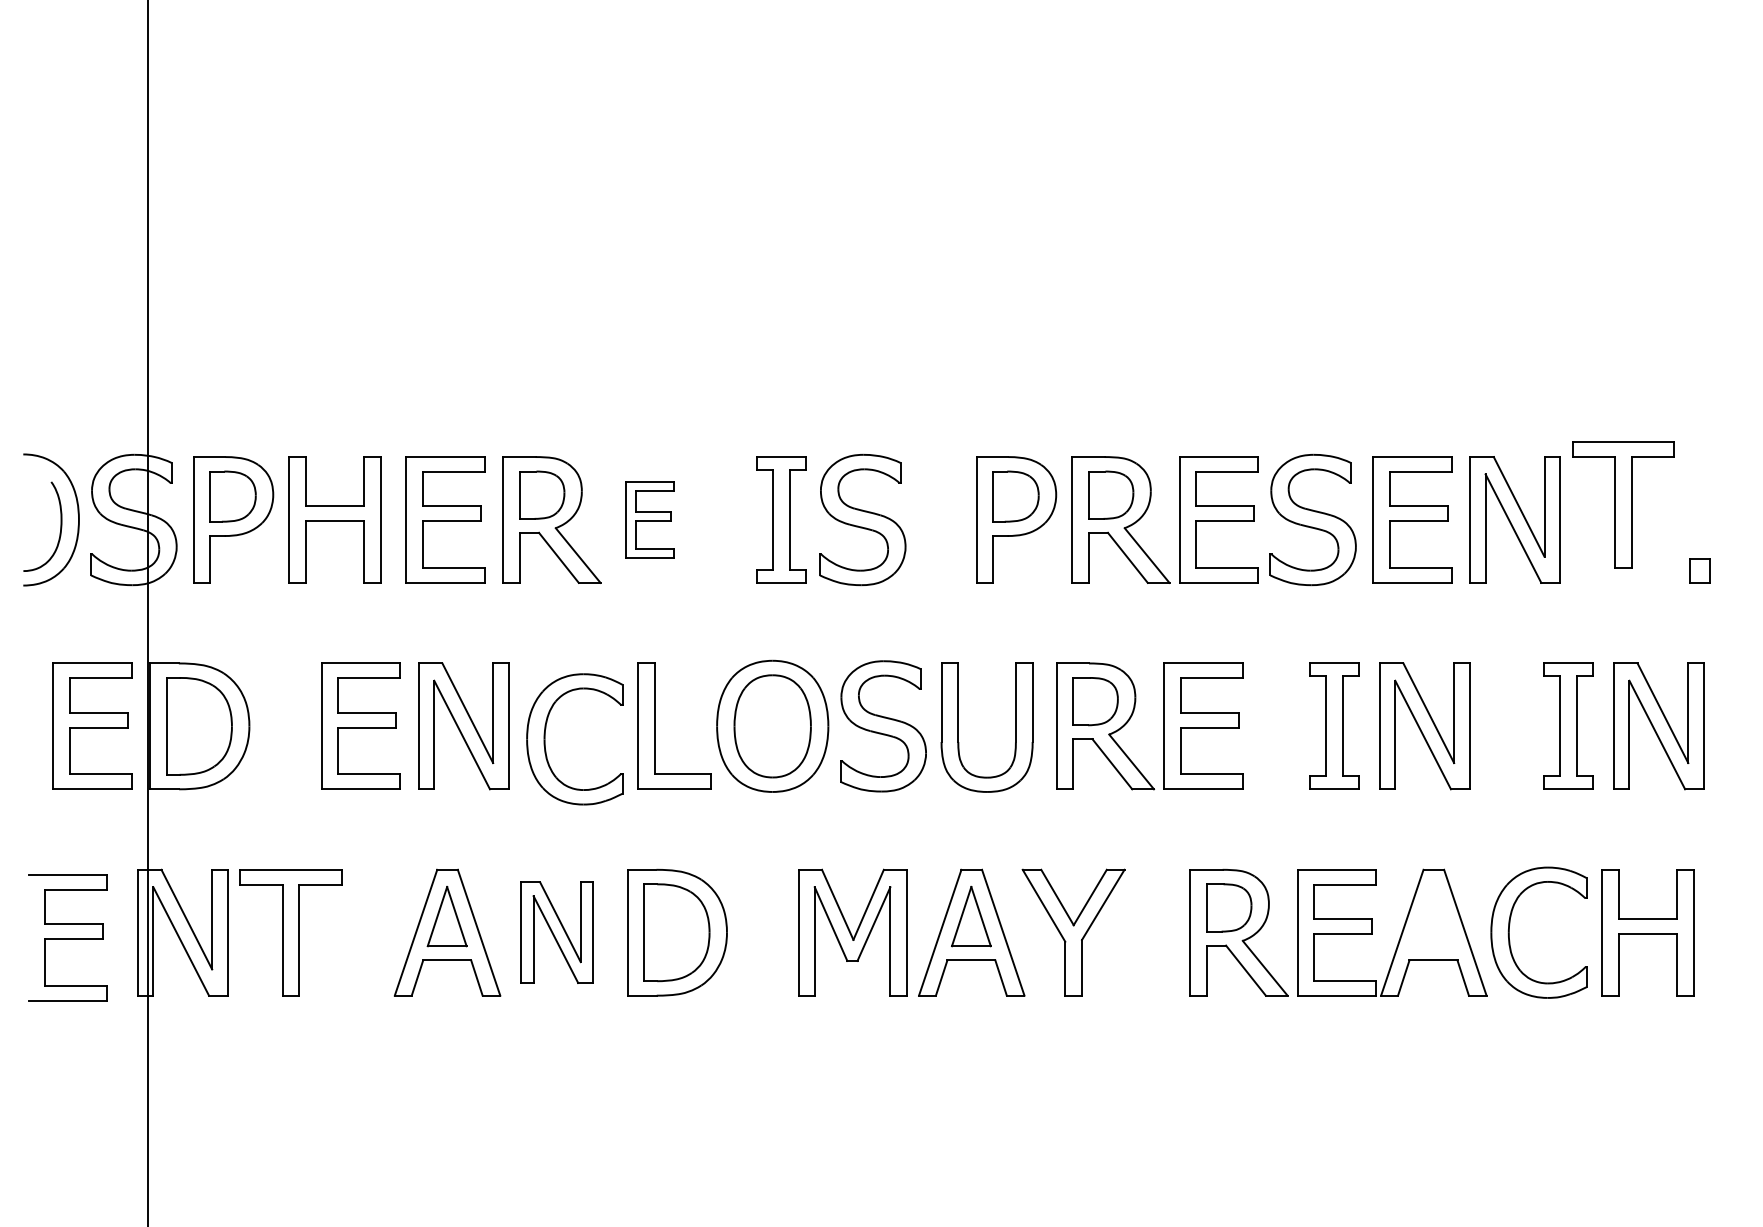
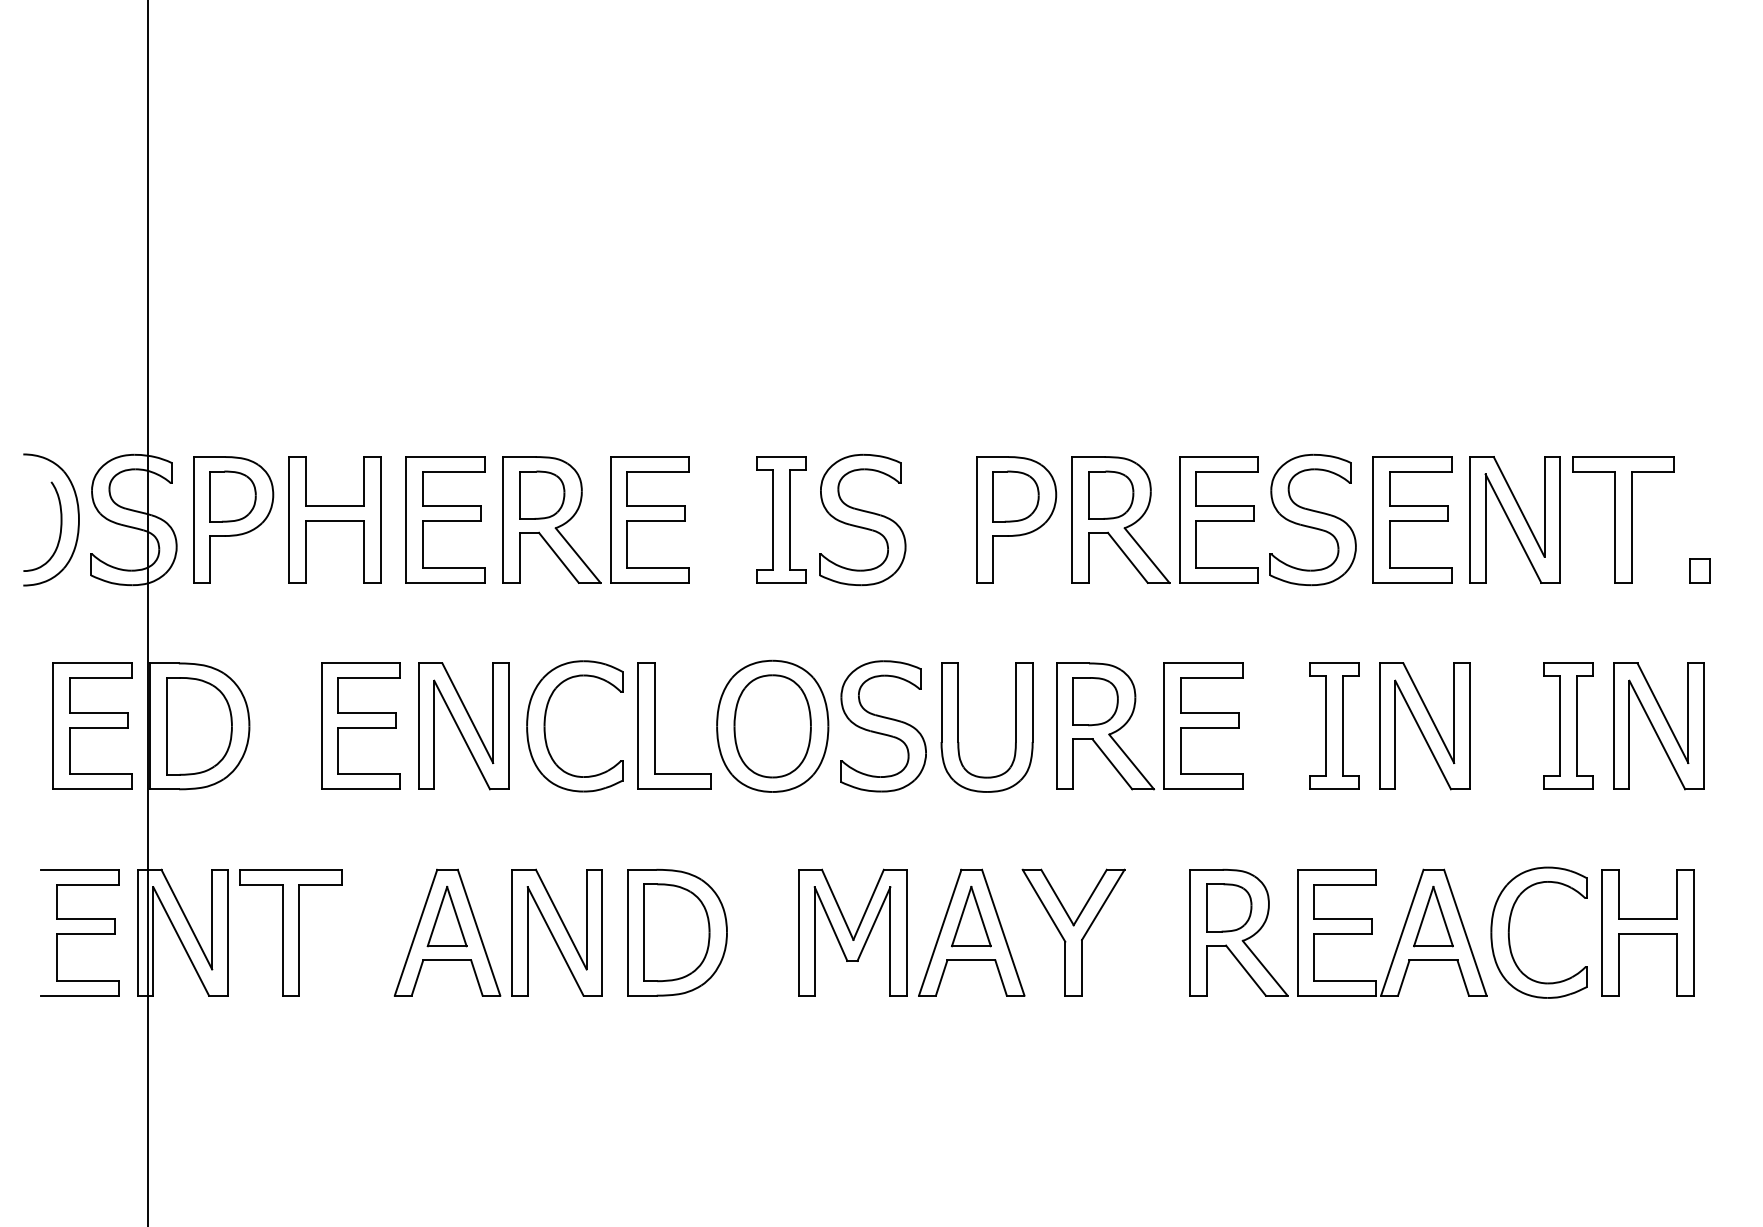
part at (1623, 504) position: (1623, 504) -> (1623, 519)
part at (649, 519) size: 50x78 px -> 80x128 px
part at (545, 739) position: (545, 739) -> (545, 726)
part at (1433, 916): none -> present
part at (556, 932) size: 74x103 px -> 92x129 px
part at (67, 937) position: (67, 937) -> (79, 932)
